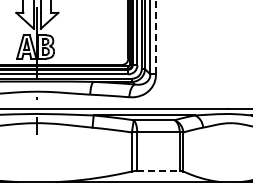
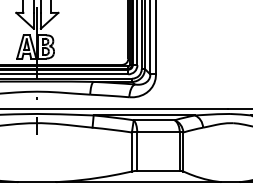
line at (156, 37): dashed -> solid
line at (159, 170): dashed -> solid
